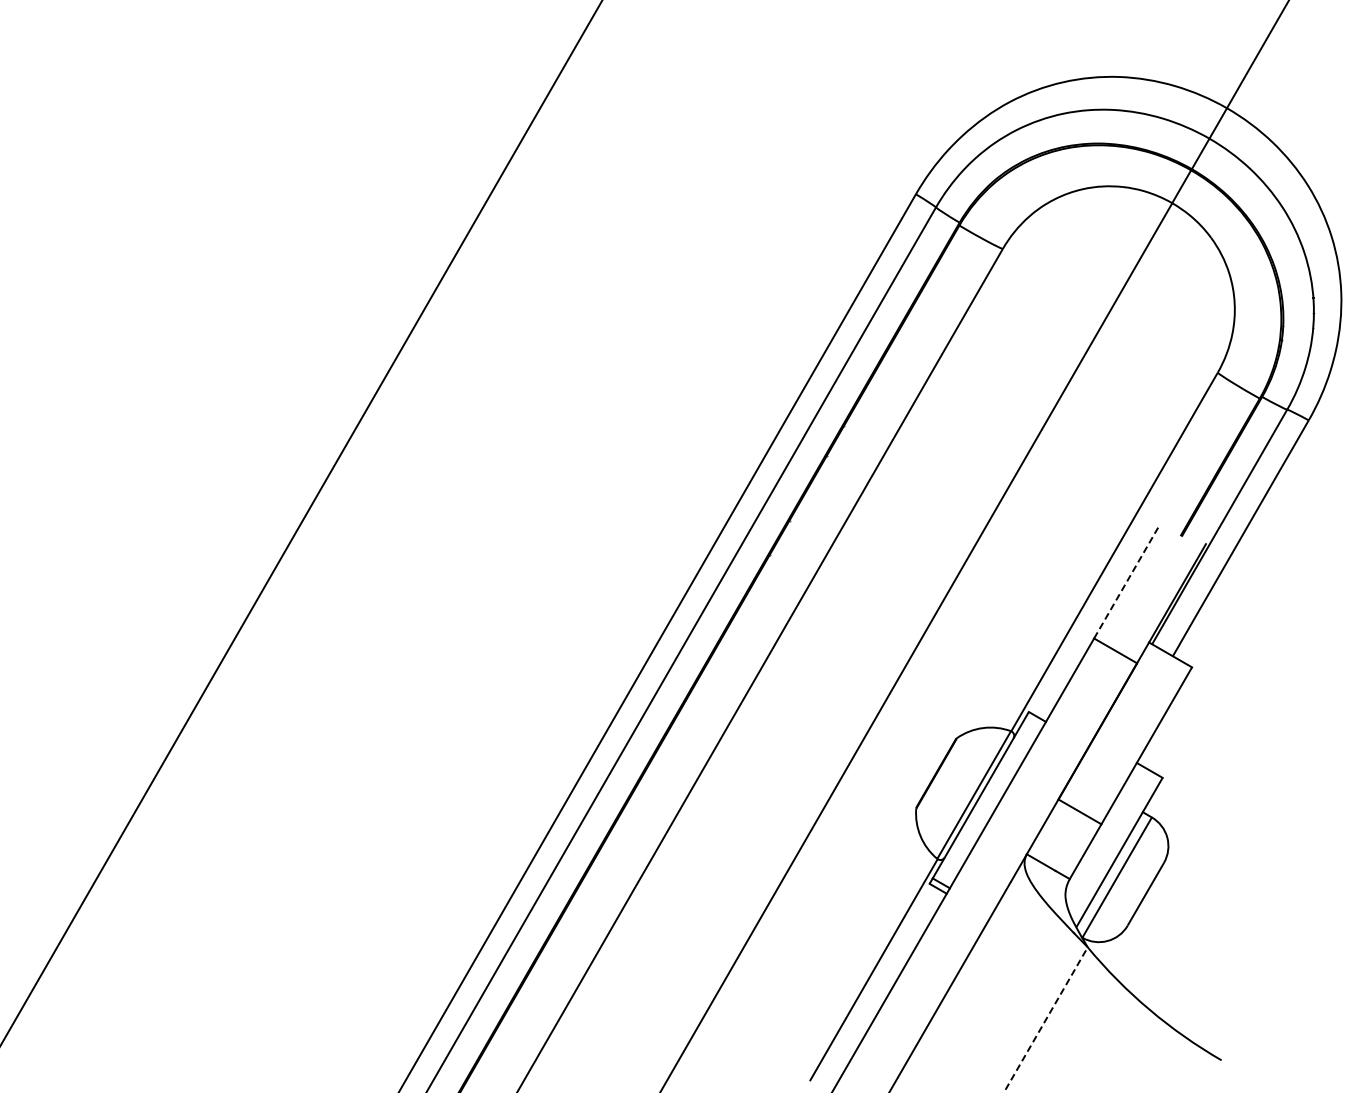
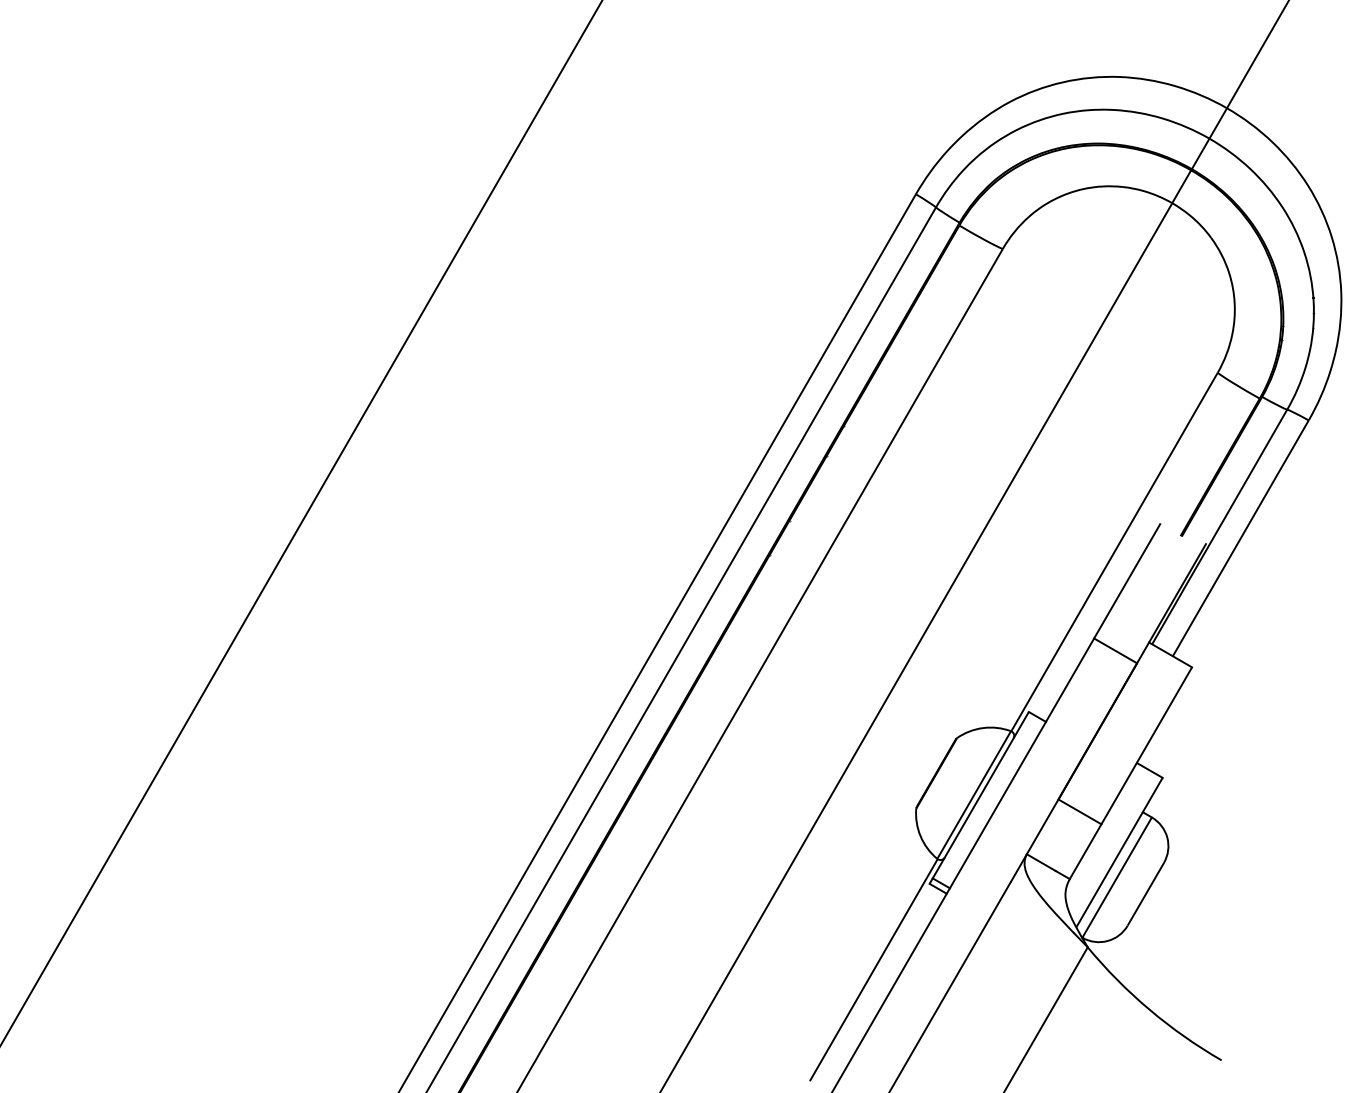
line at (1127, 580): dashed -> solid
line at (1045, 1020): dashed -> solid
